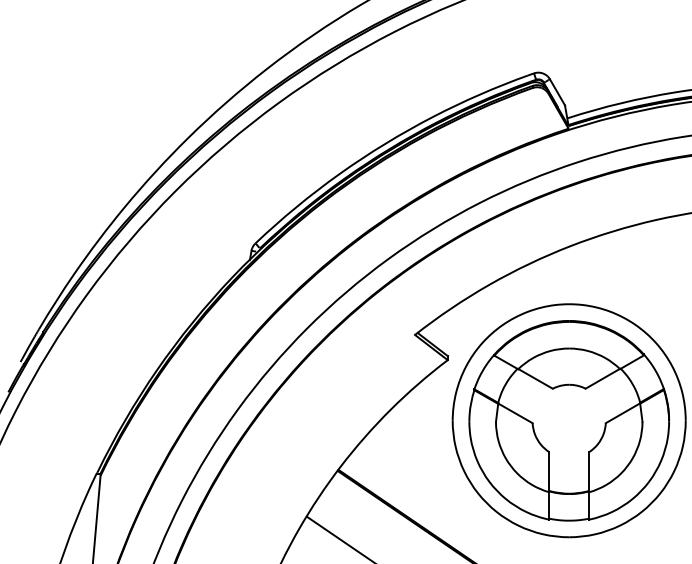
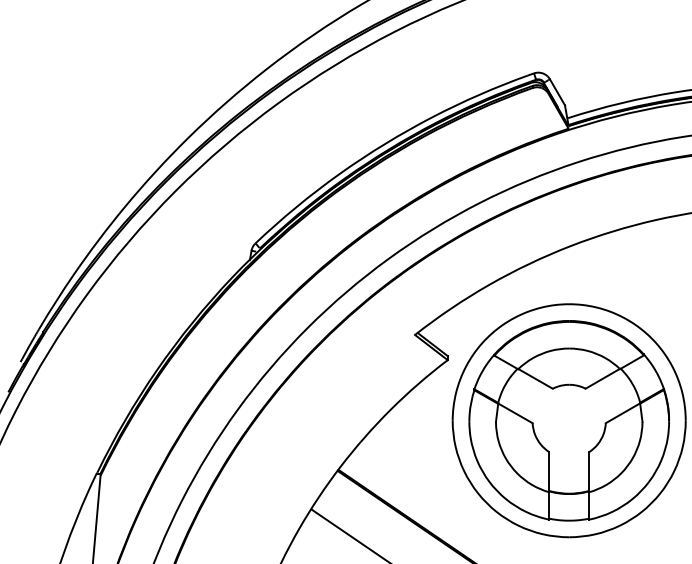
line at (338, 538) position: (338, 538) -> (348, 534)
